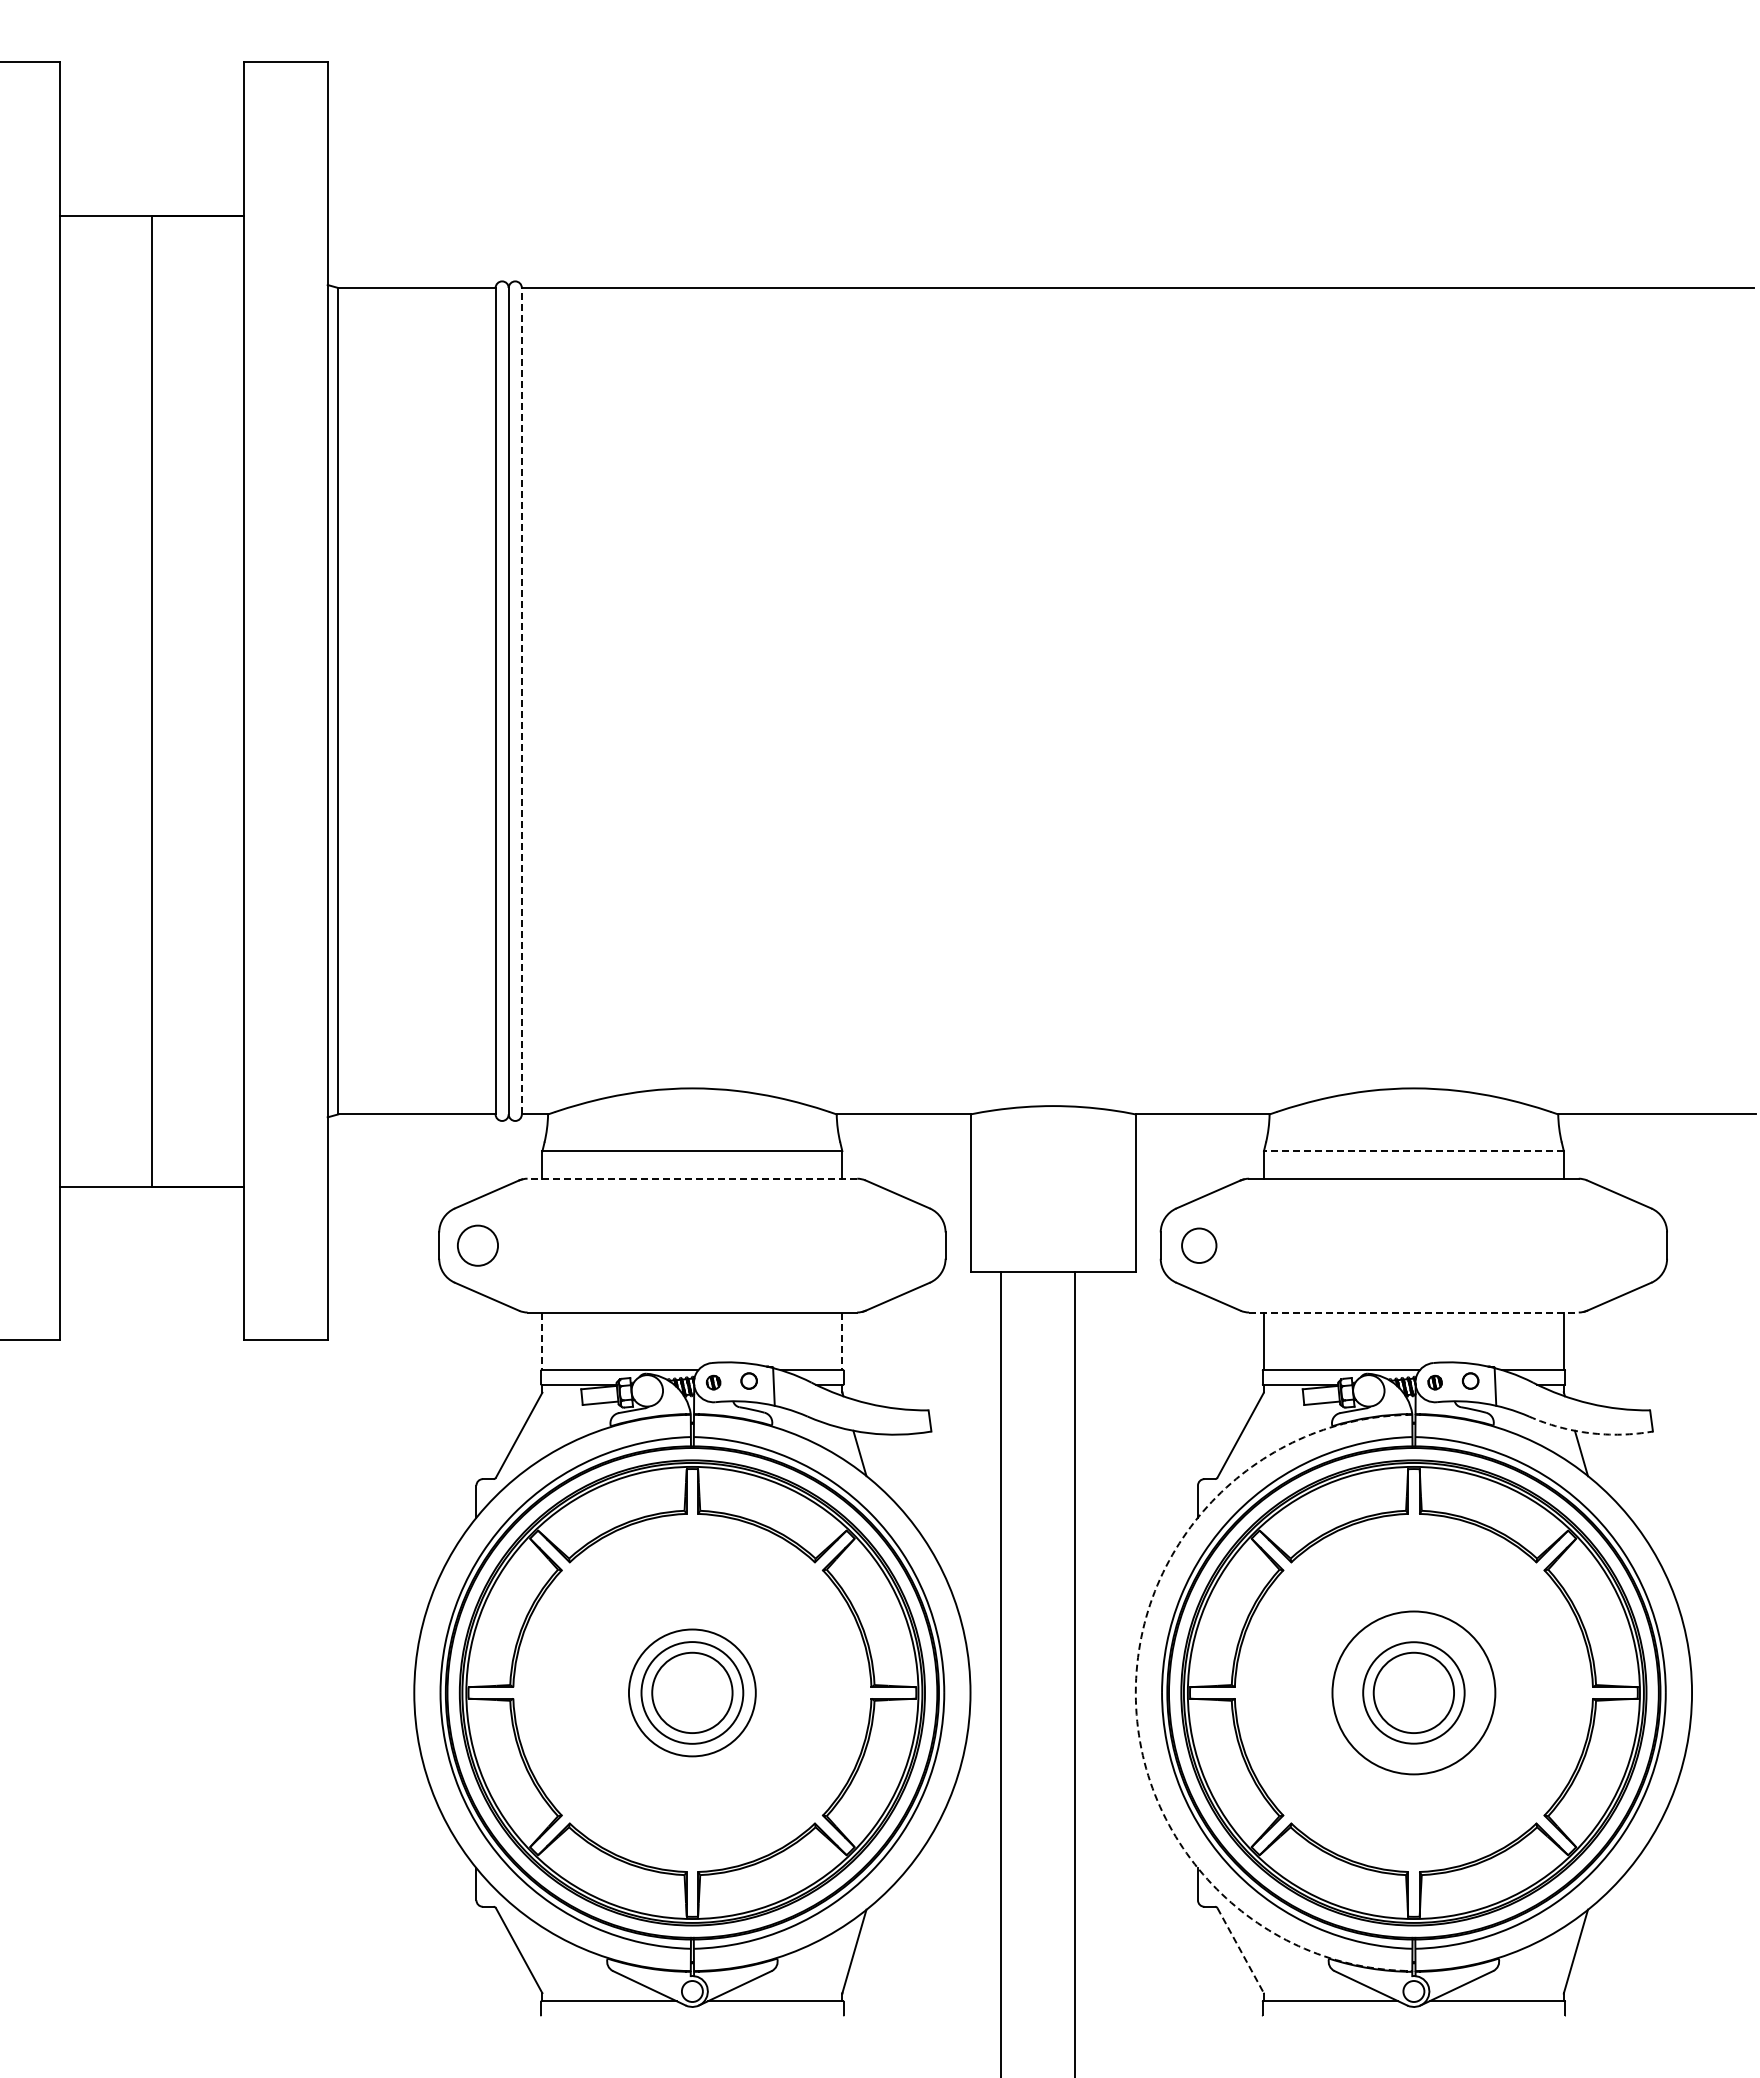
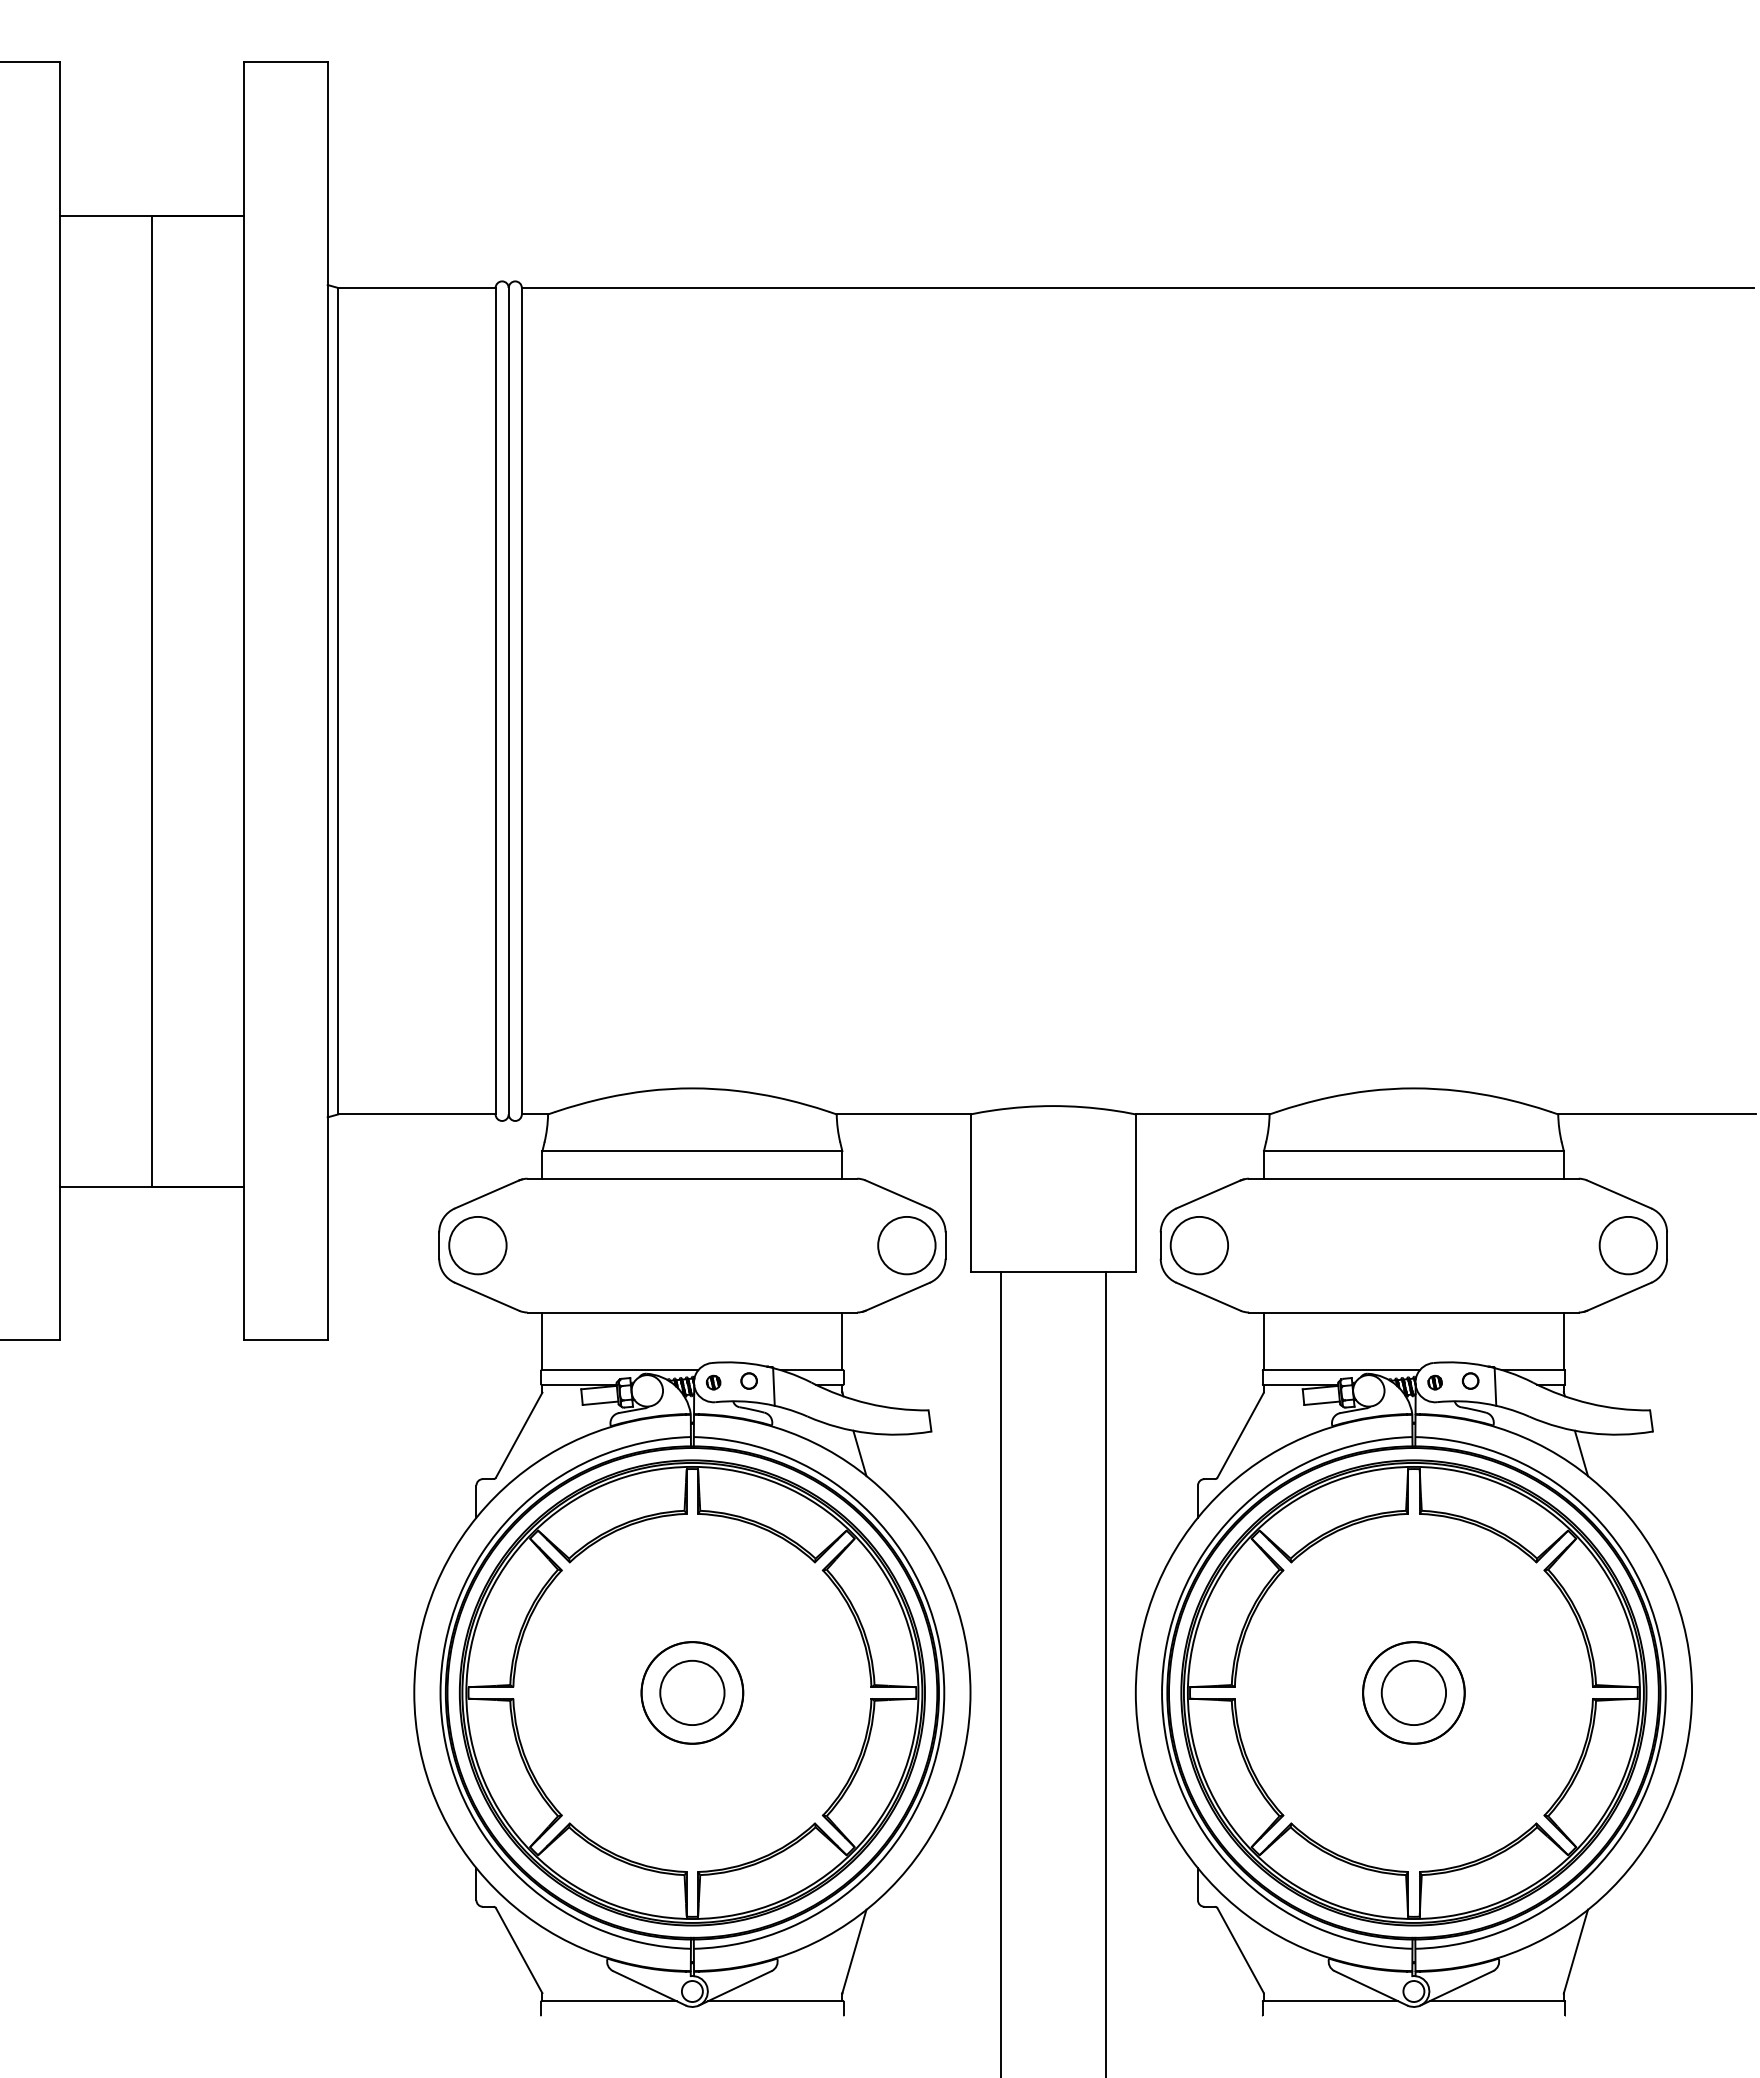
line at (521, 700): dashed -> solid
line at (1413, 1151): dashed -> solid
line at (692, 1178): dashed -> solid
circle at (477, 1245) size: 42x43 px -> 60x60 px
circle at (906, 1245): none -> present
circle at (1199, 1245) size: 37x37 px -> 60x60 px
circle at (1627, 1245): none -> present
line at (1413, 1312): dashed -> solid
line at (542, 1341): dashed -> solid
line at (842, 1341): dashed -> solid
arc at (1589, 1433): dashed -> solid
line at (1074, 1672) position: (1074, 1672) -> (1105, 1672)
circle at (691, 1692) diameter: 127 px -> 101 px
circle at (692, 1692) diameter: 80 px -> 64 px
arc at (1135, 1692): dashed -> solid
circle at (1413, 1692) diameter: 163 px -> 102 px
circle at (1413, 1692) diameter: 80 px -> 64 px
line at (1240, 1950): dashed -> solid
